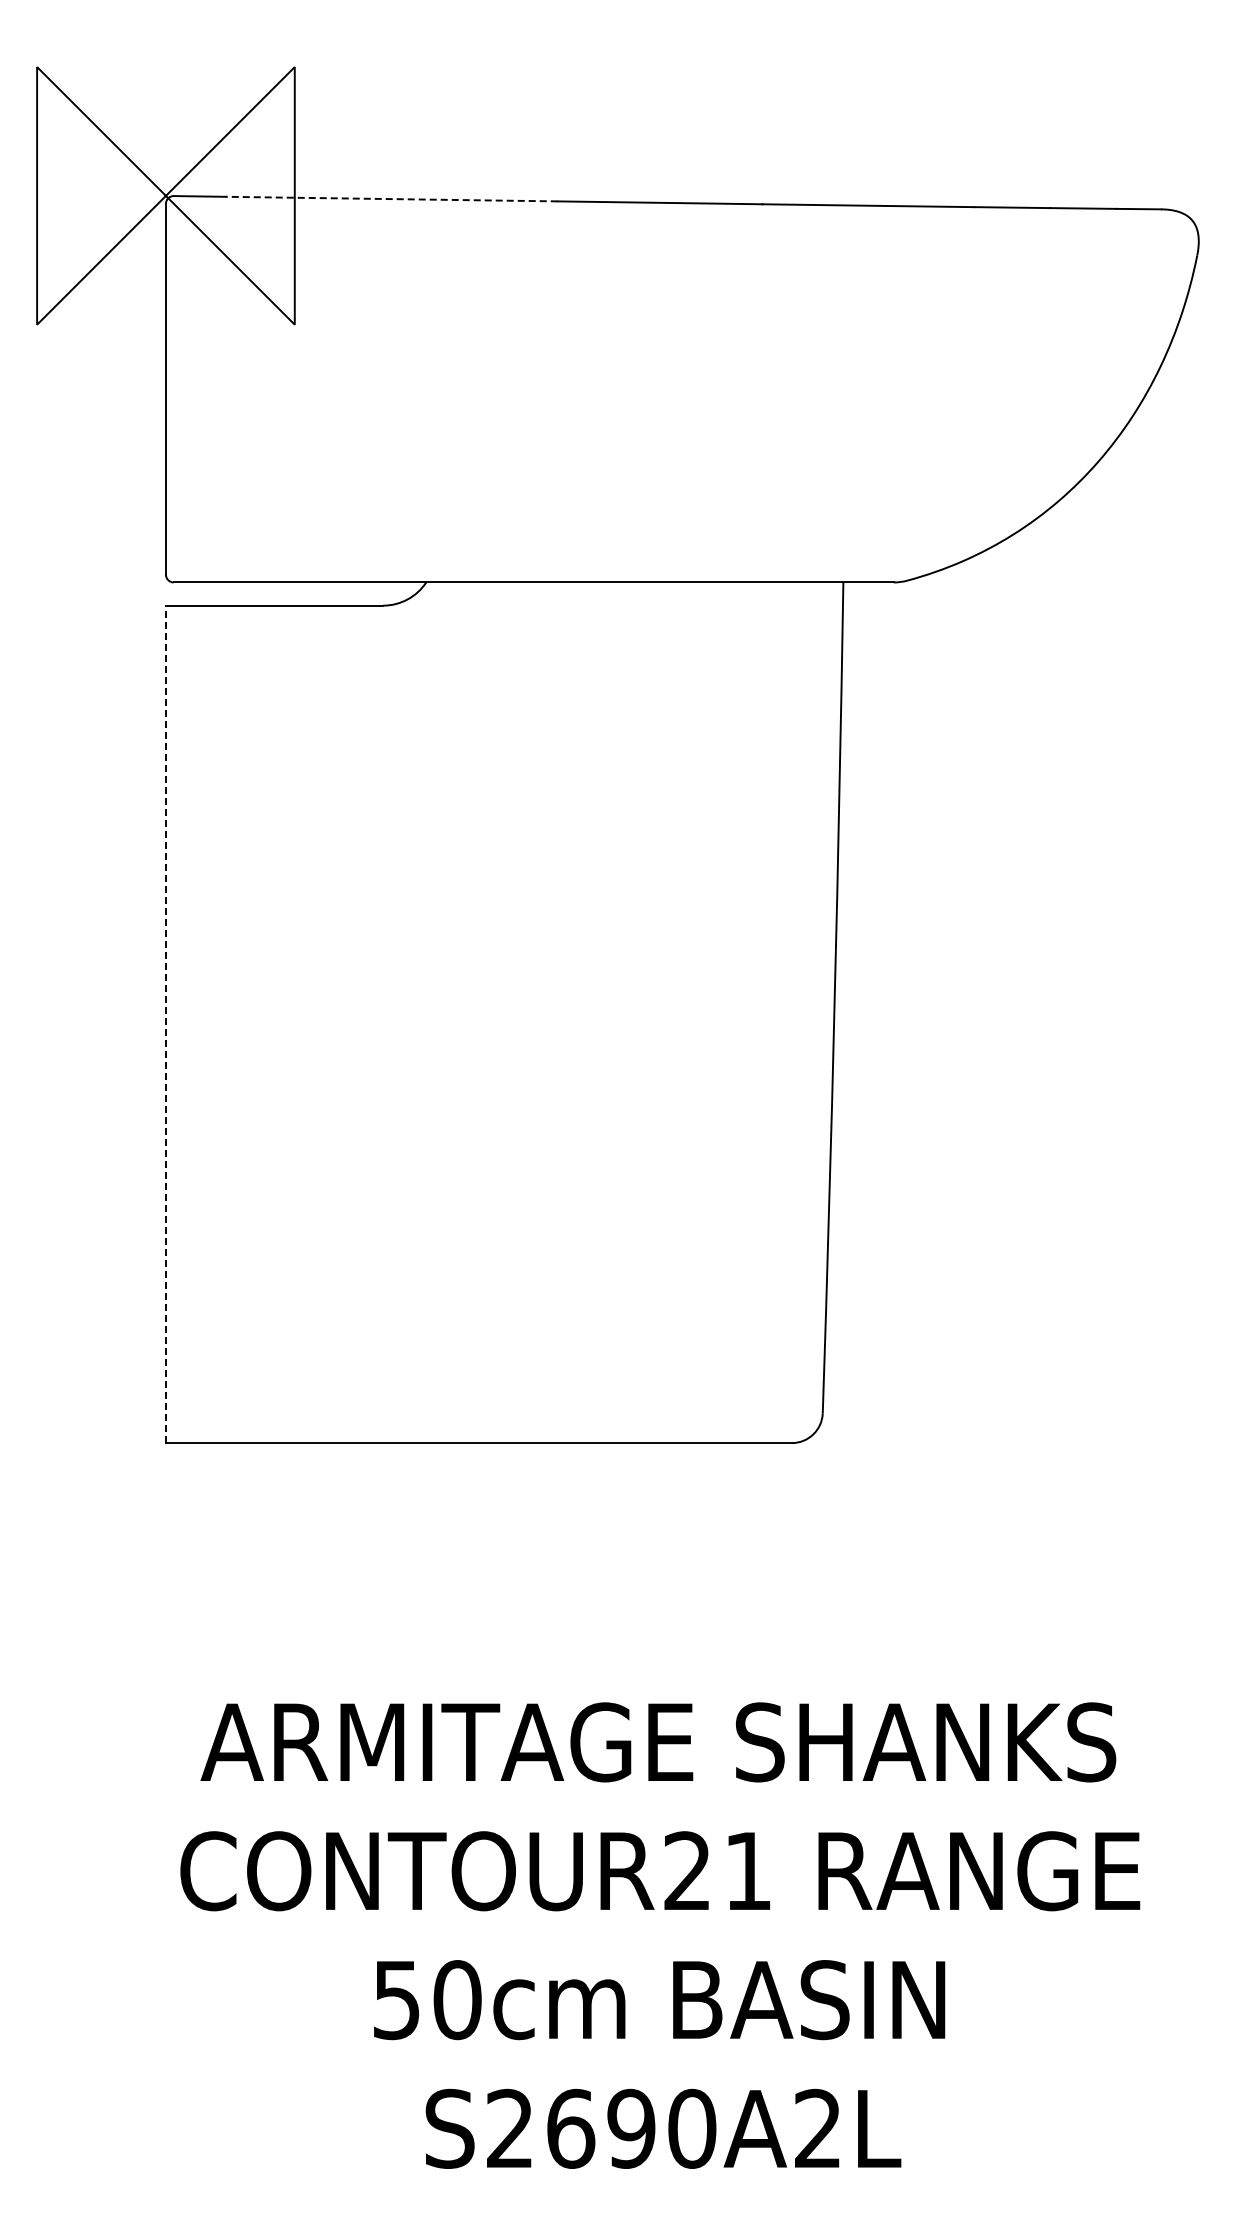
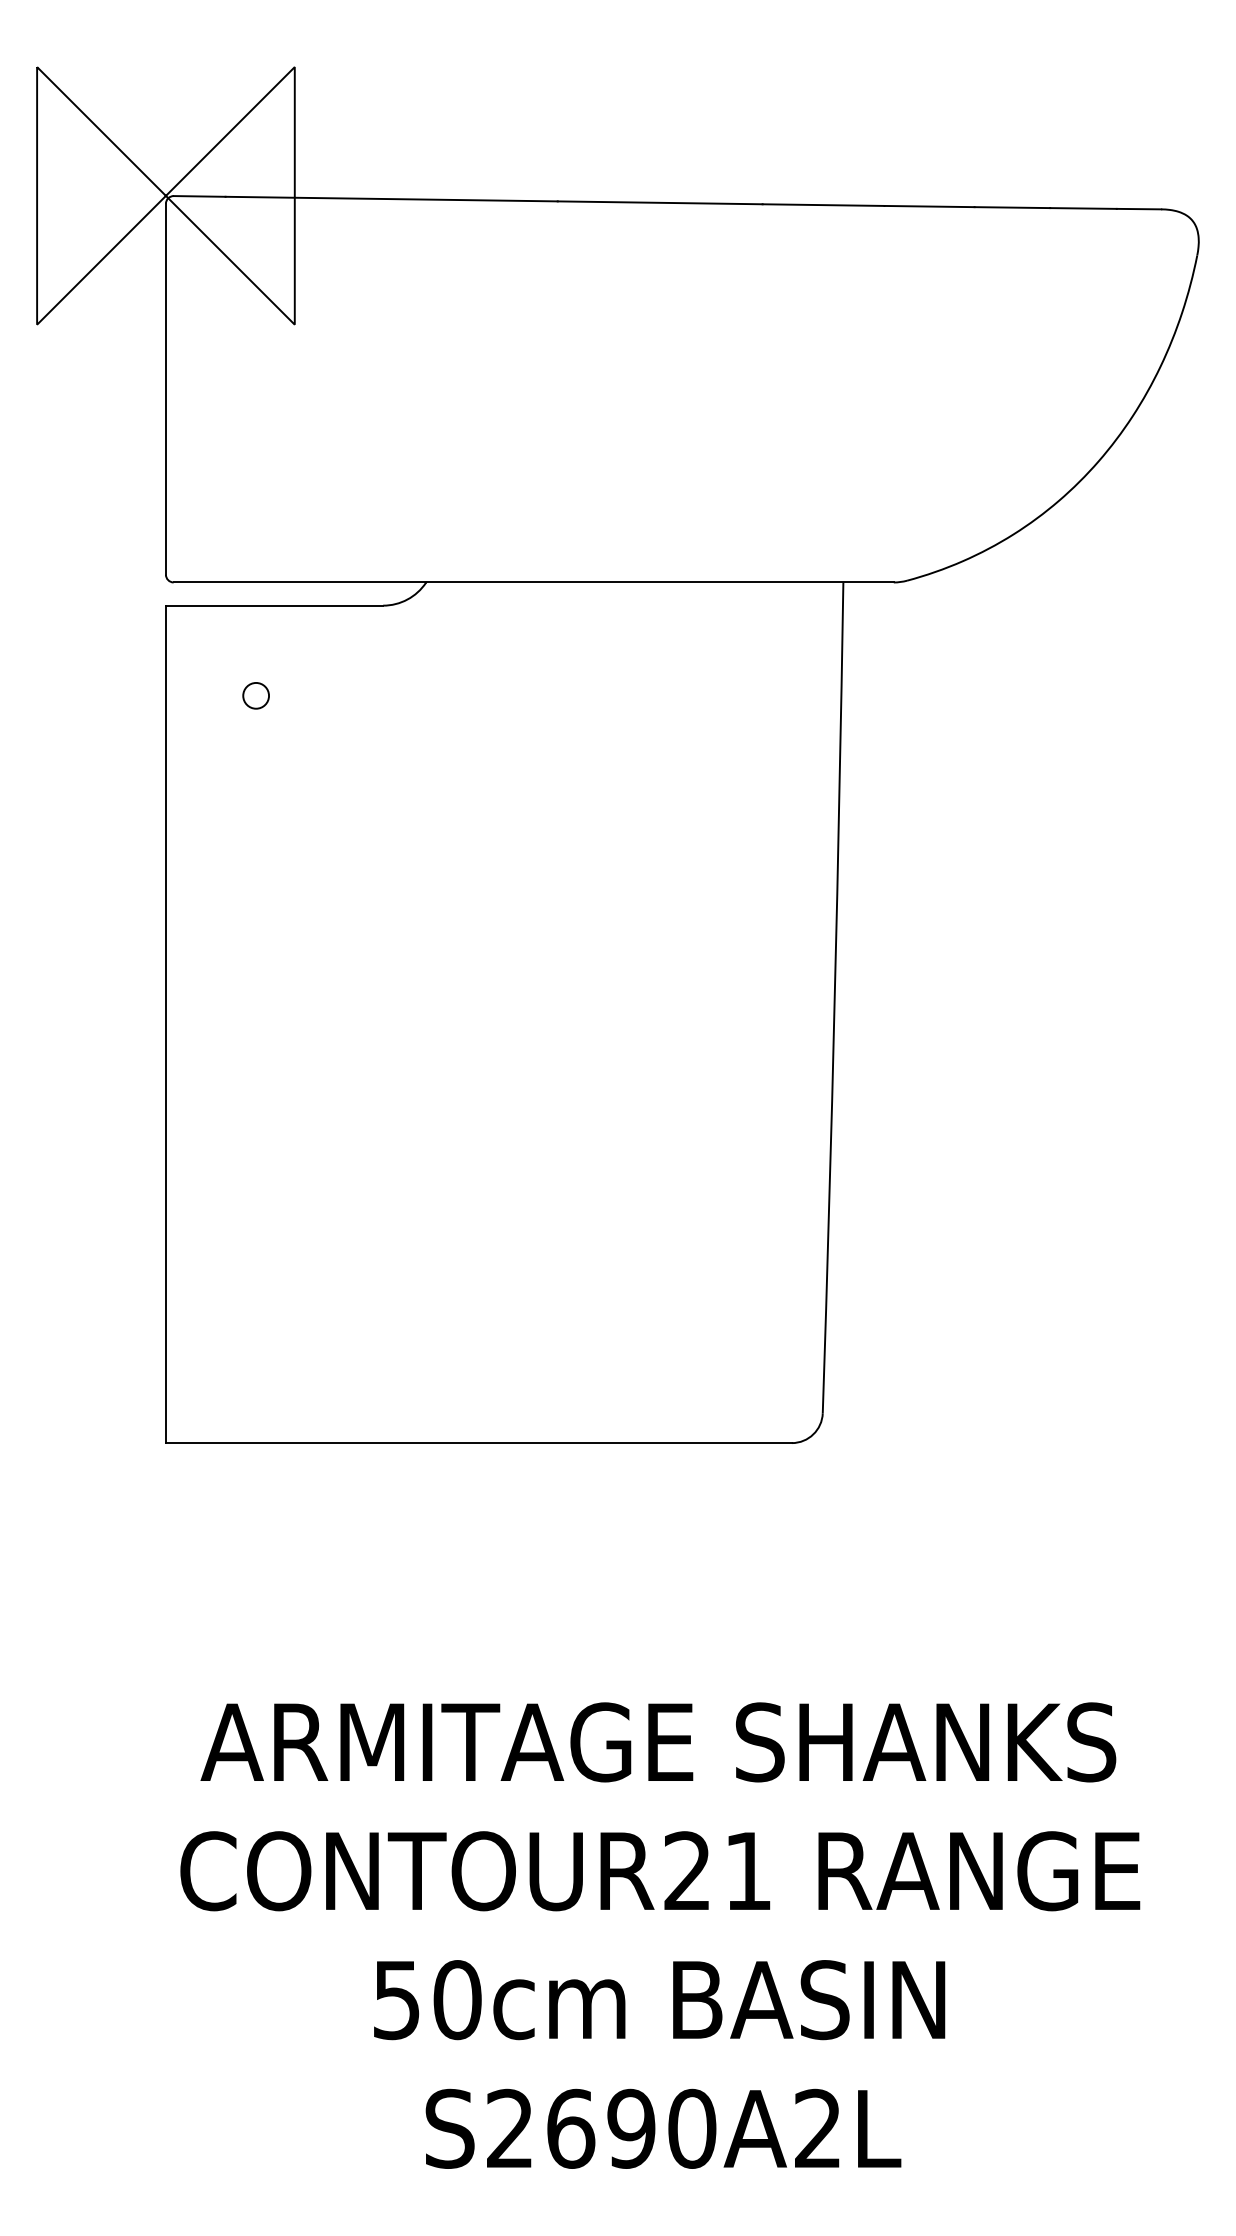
line at (391, 199): dashed -> solid
circle at (255, 695): none -> present
line at (165, 1024): dashed -> solid
